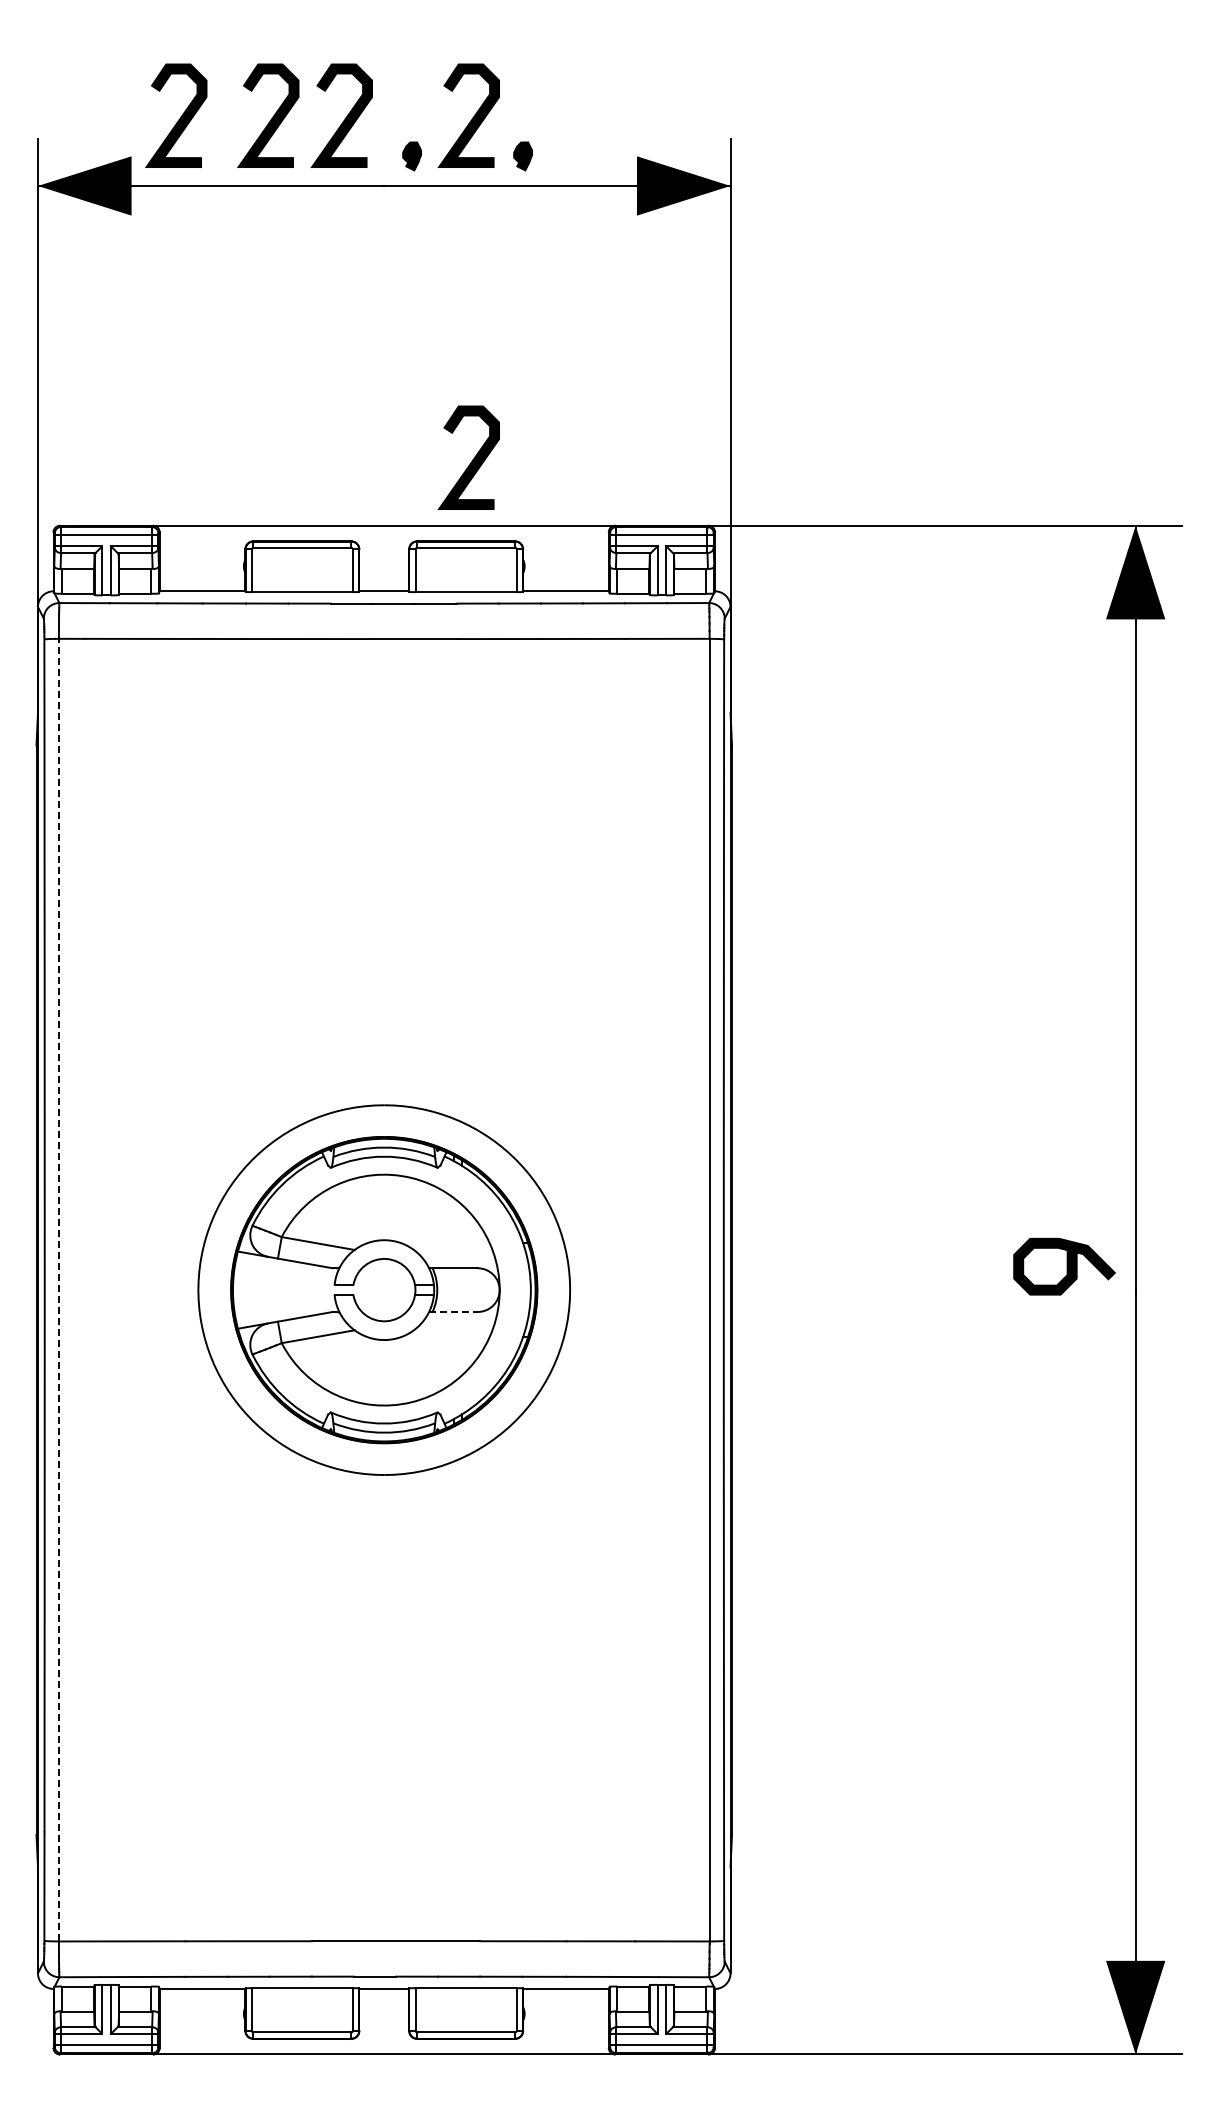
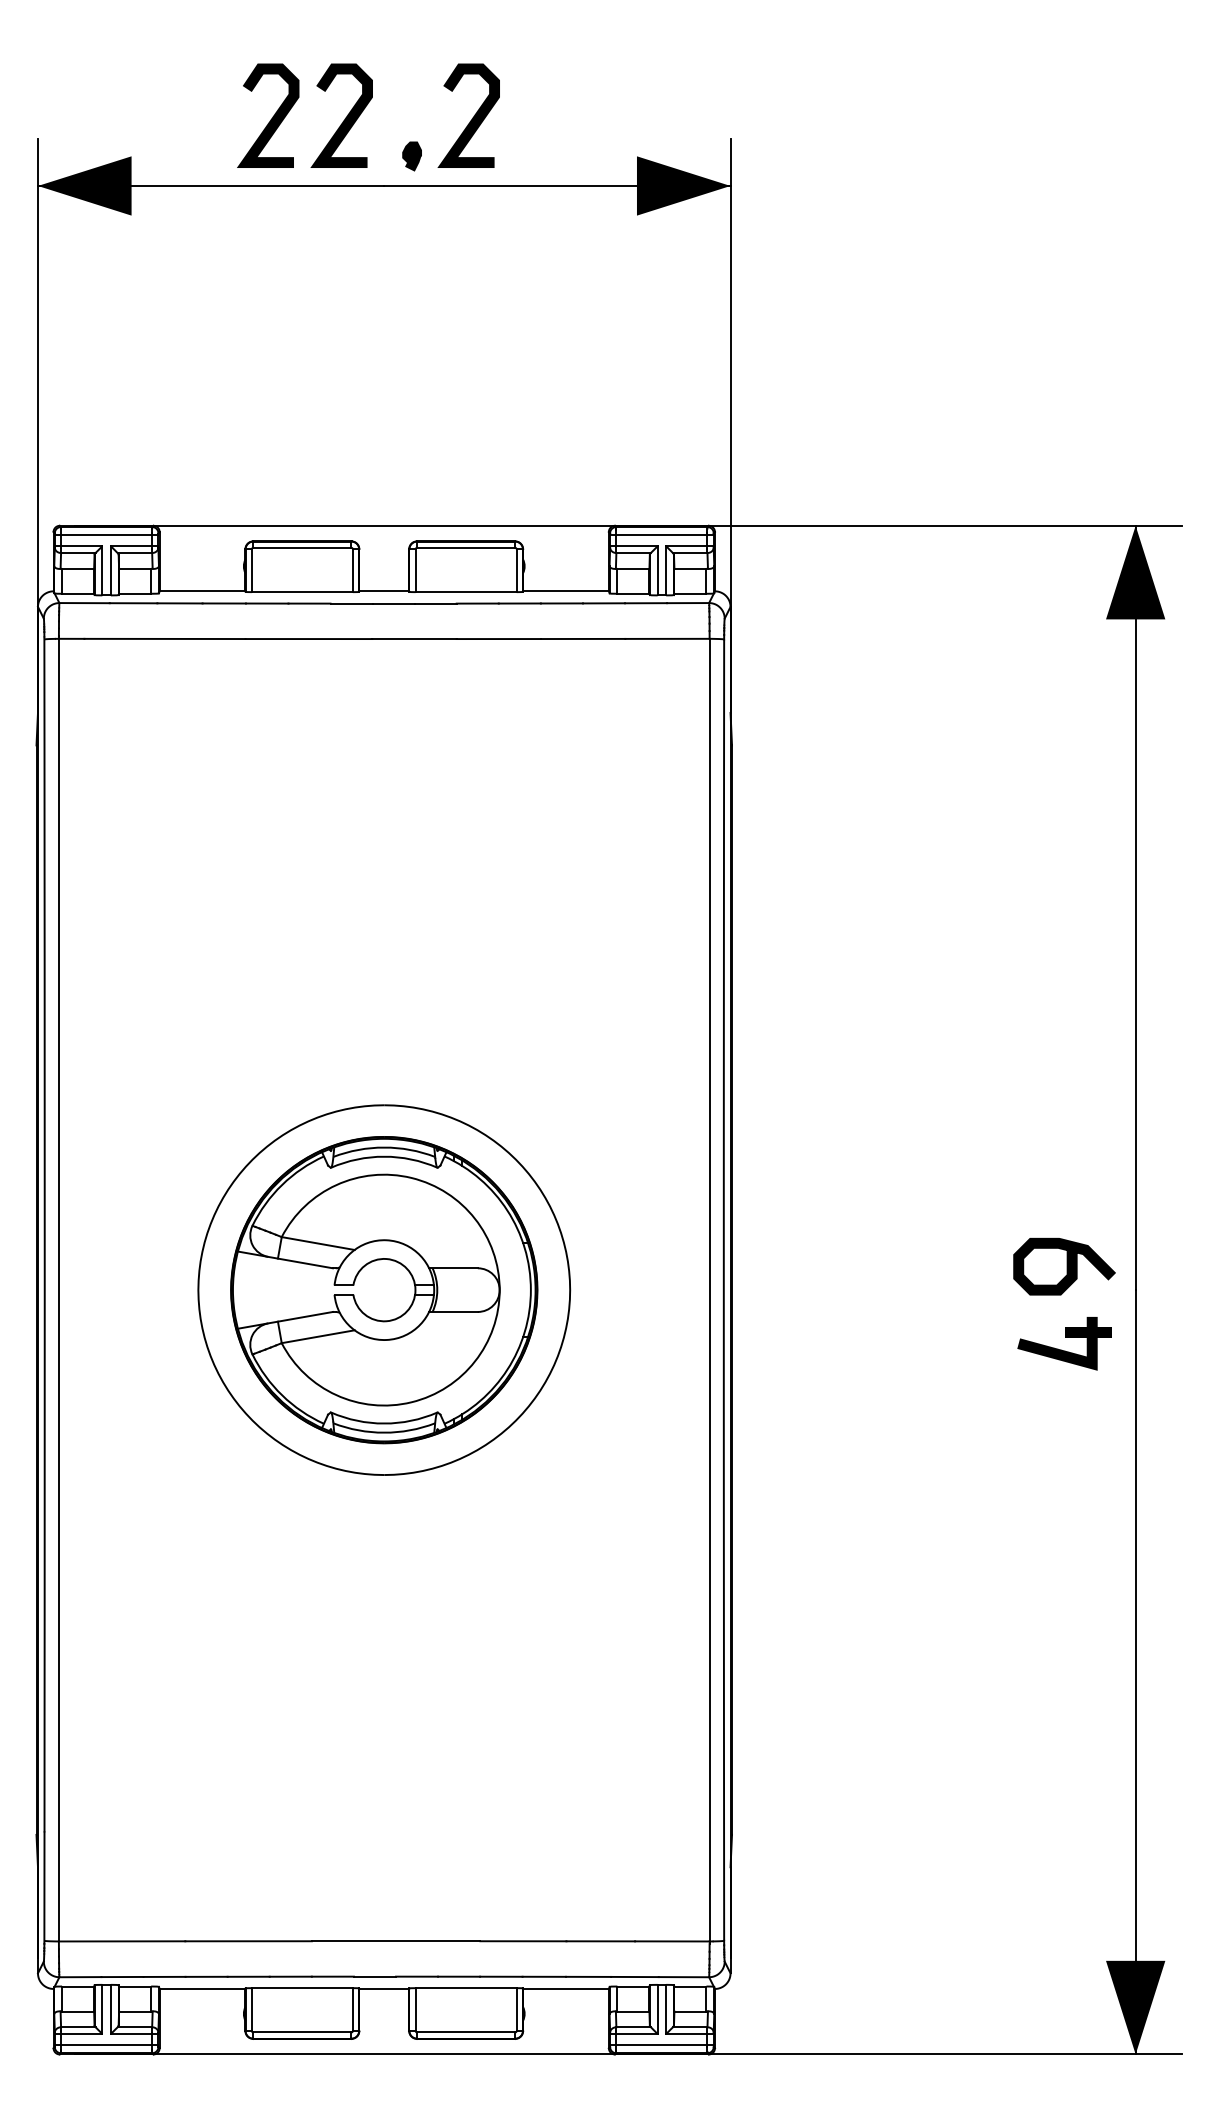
curve at (180, 116): present -> none
part at (522, 156): present -> none
curve at (472, 459): present -> none
line at (58, 1288): dashed -> solid
line at (453, 1311): dashed -> solid
part at (1065, 1337): none -> present
